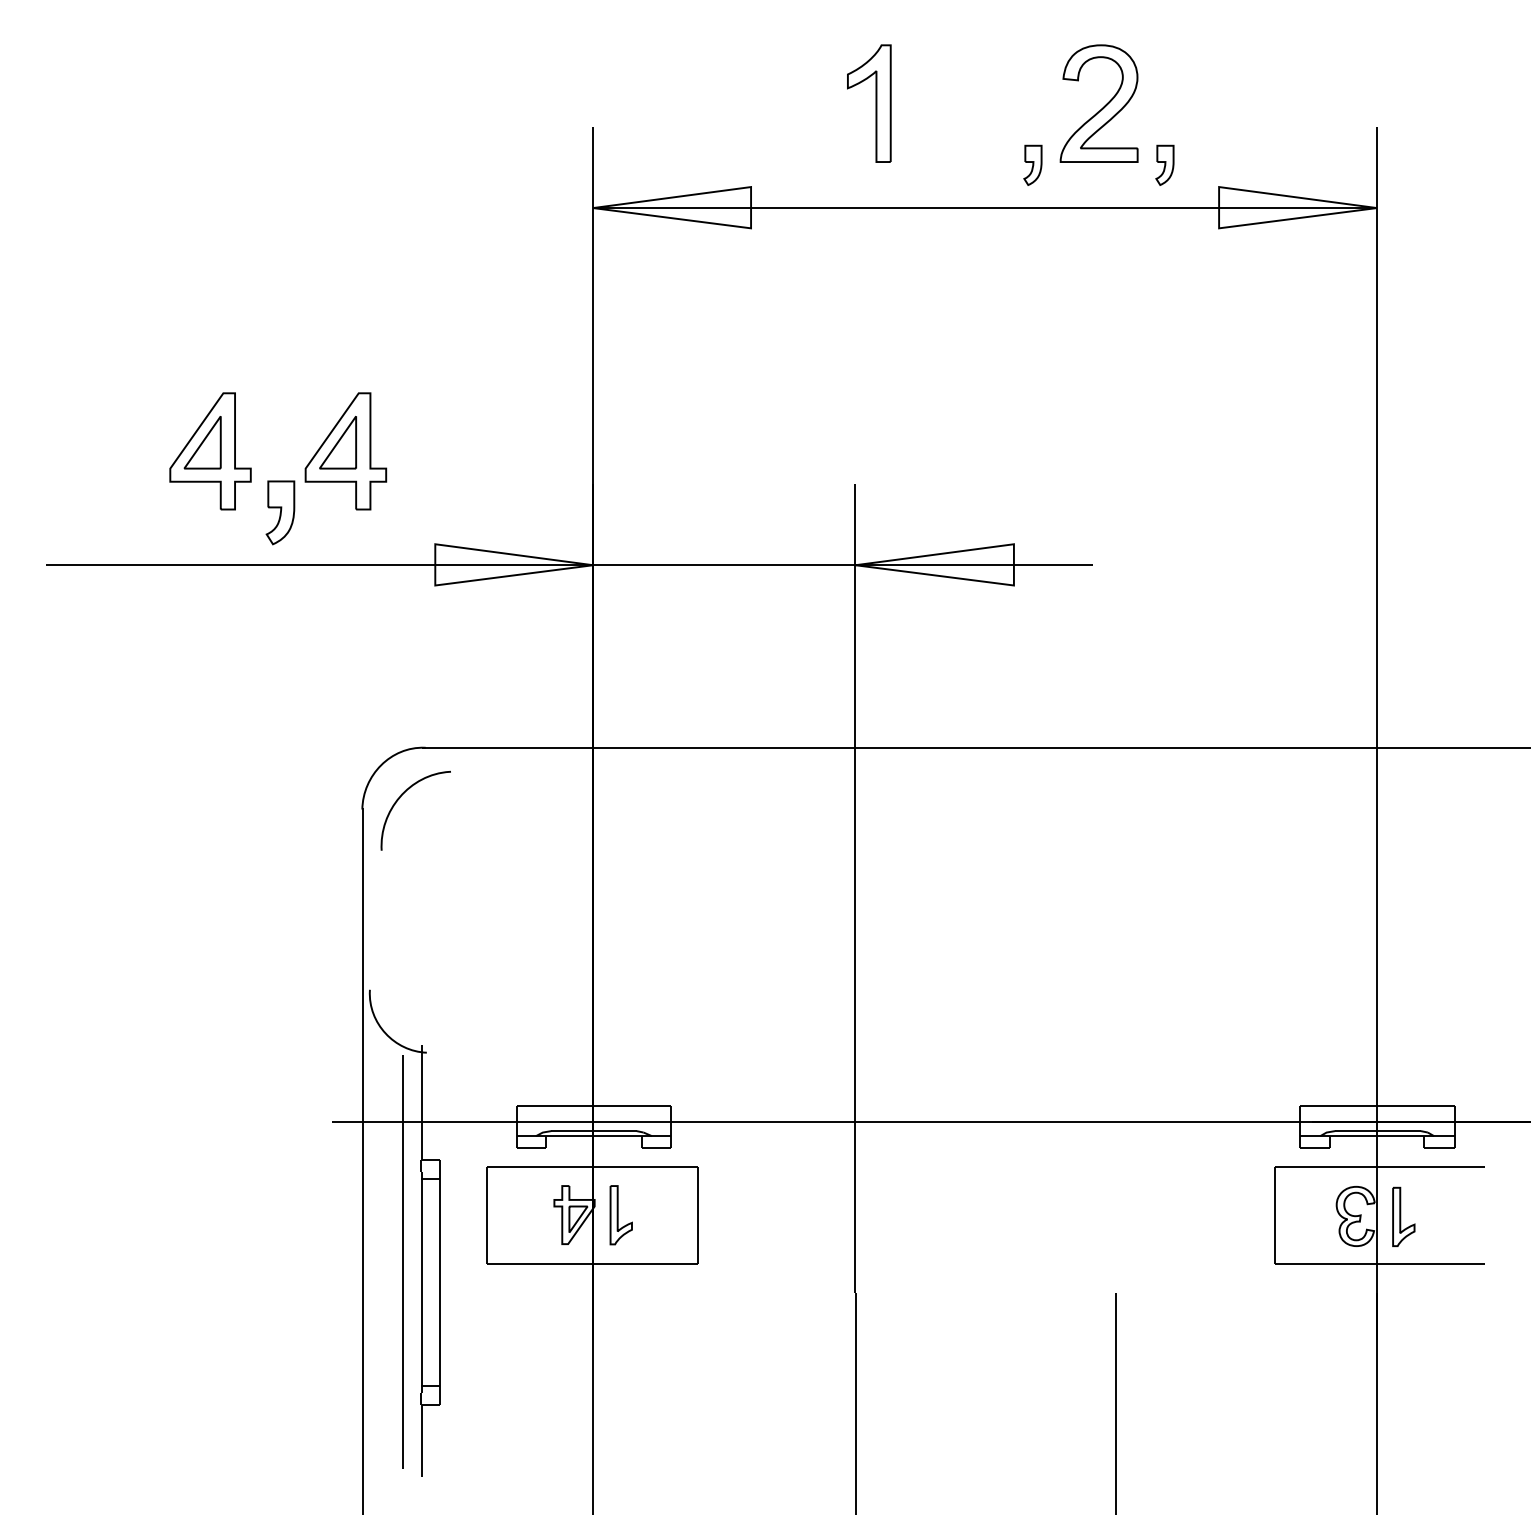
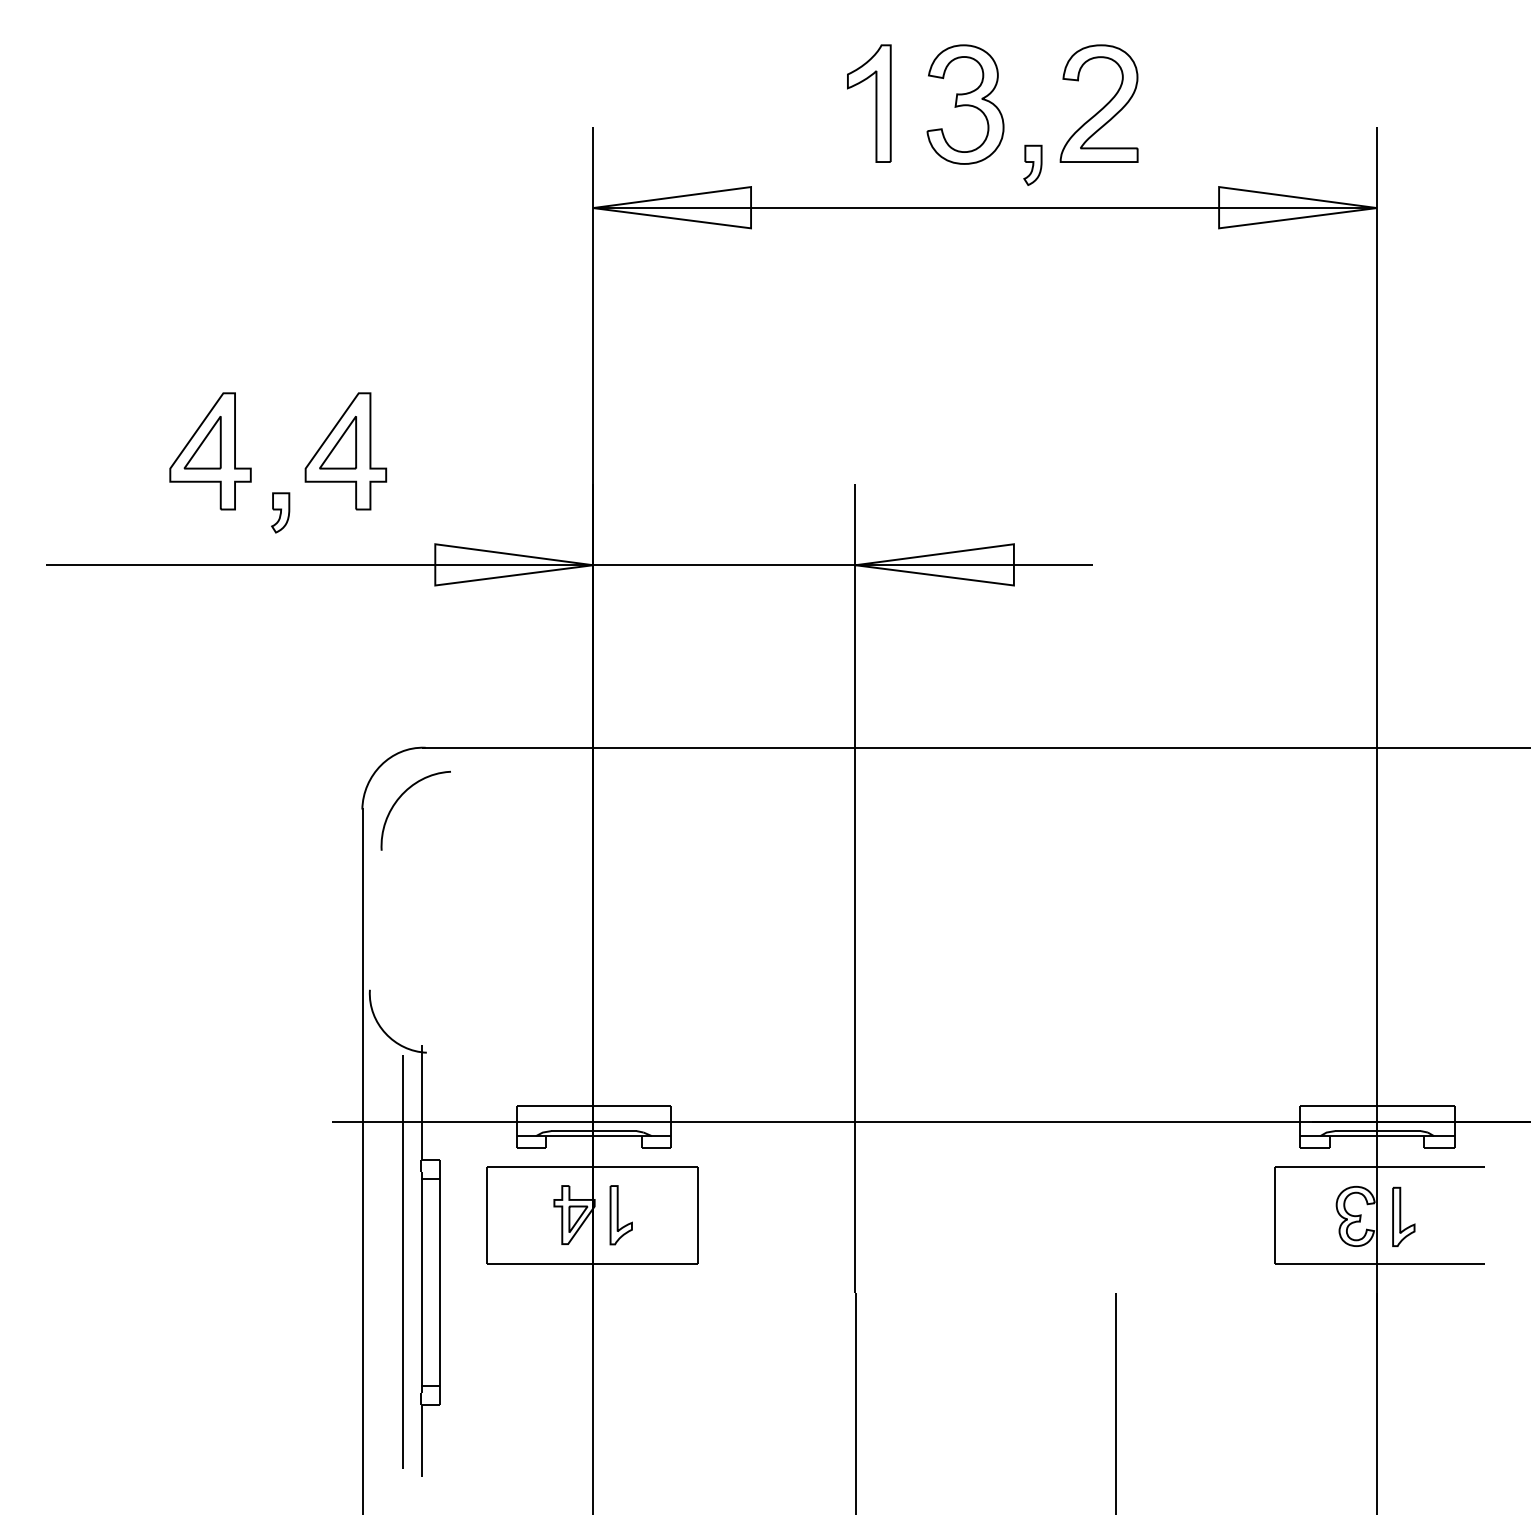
part at (965, 104): none -> present
part at (1164, 164): present -> none
part at (280, 512) size: 31x66 px -> 20x42 px
